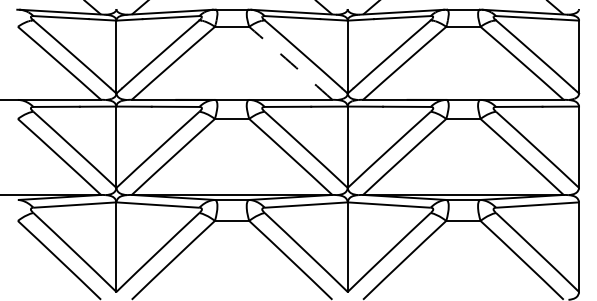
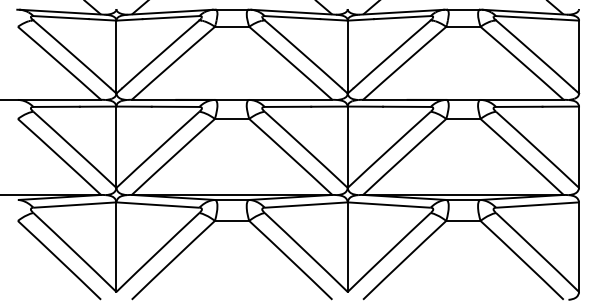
arc at (291, 63): dashed -> solid
